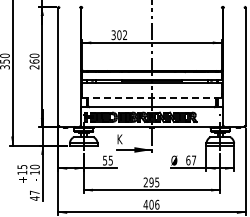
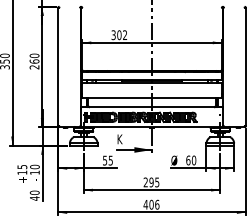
line at (152, 97): dashed -> solid
text at (193, 160): 67 -> 60
text at (34, 192): 47 -> 40
